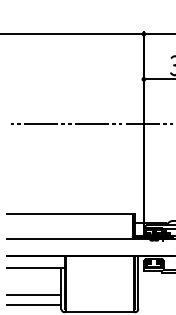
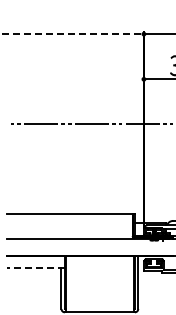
line at (71, 34): solid -> dashed
line at (35, 267): solid -> dashed
line at (33, 294): present -> none
line at (33, 304): present -> none
